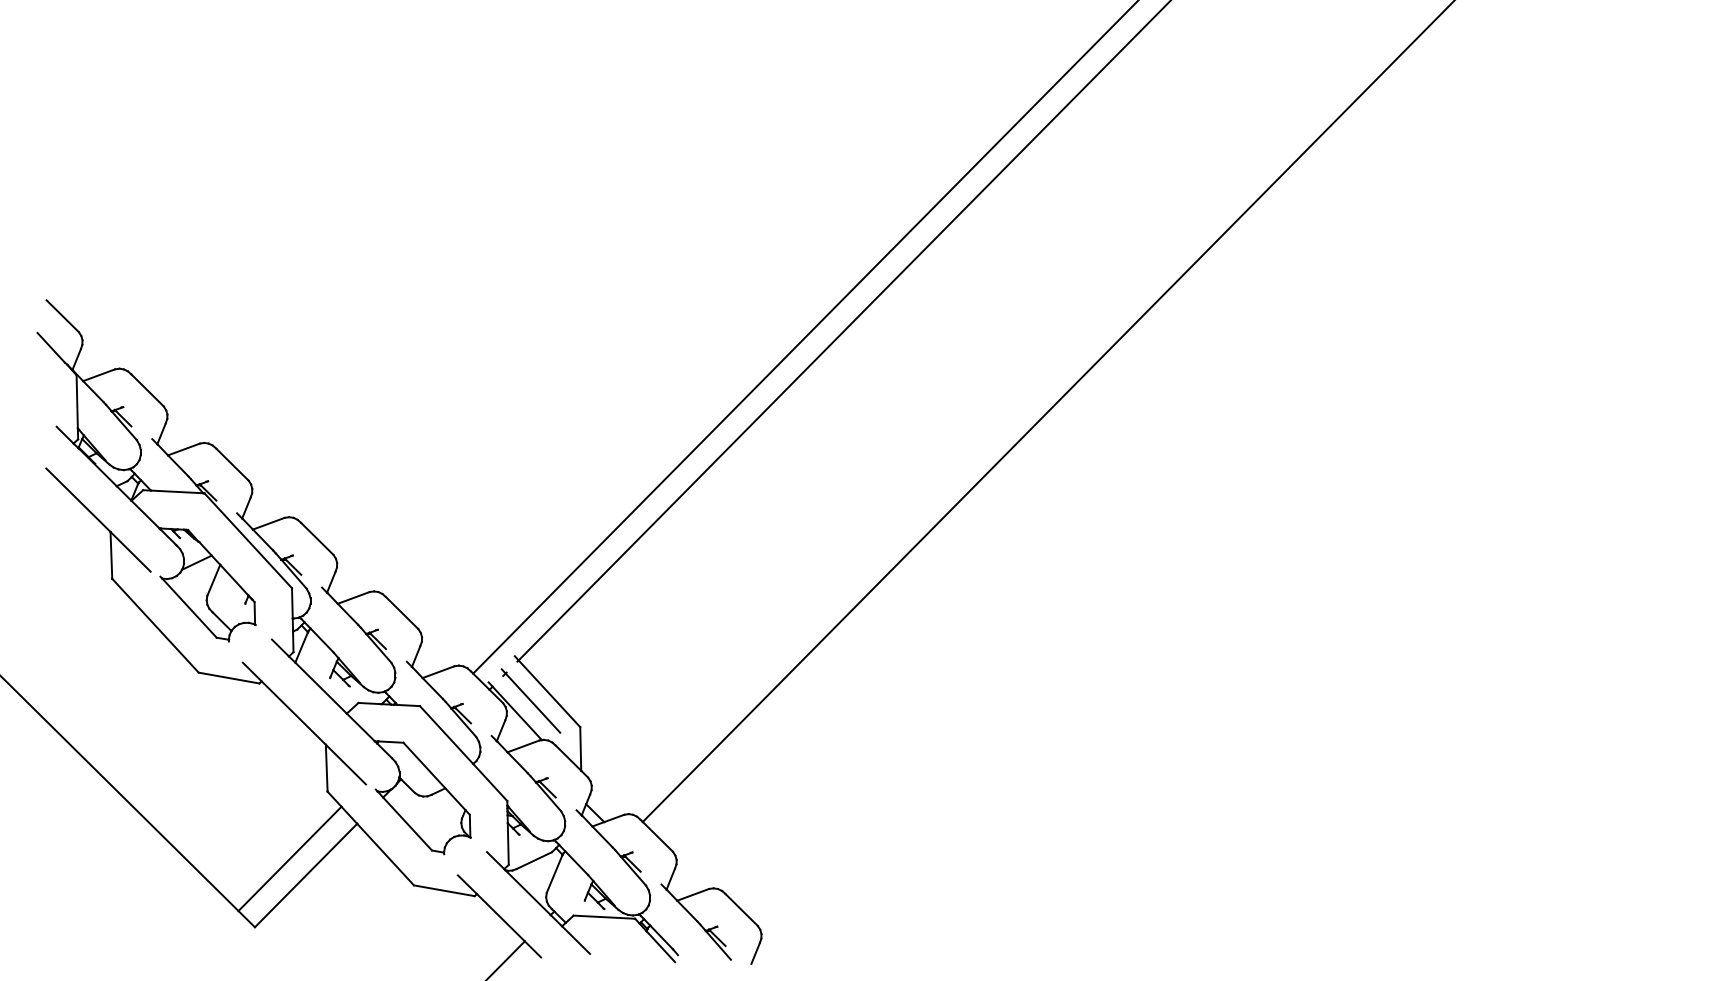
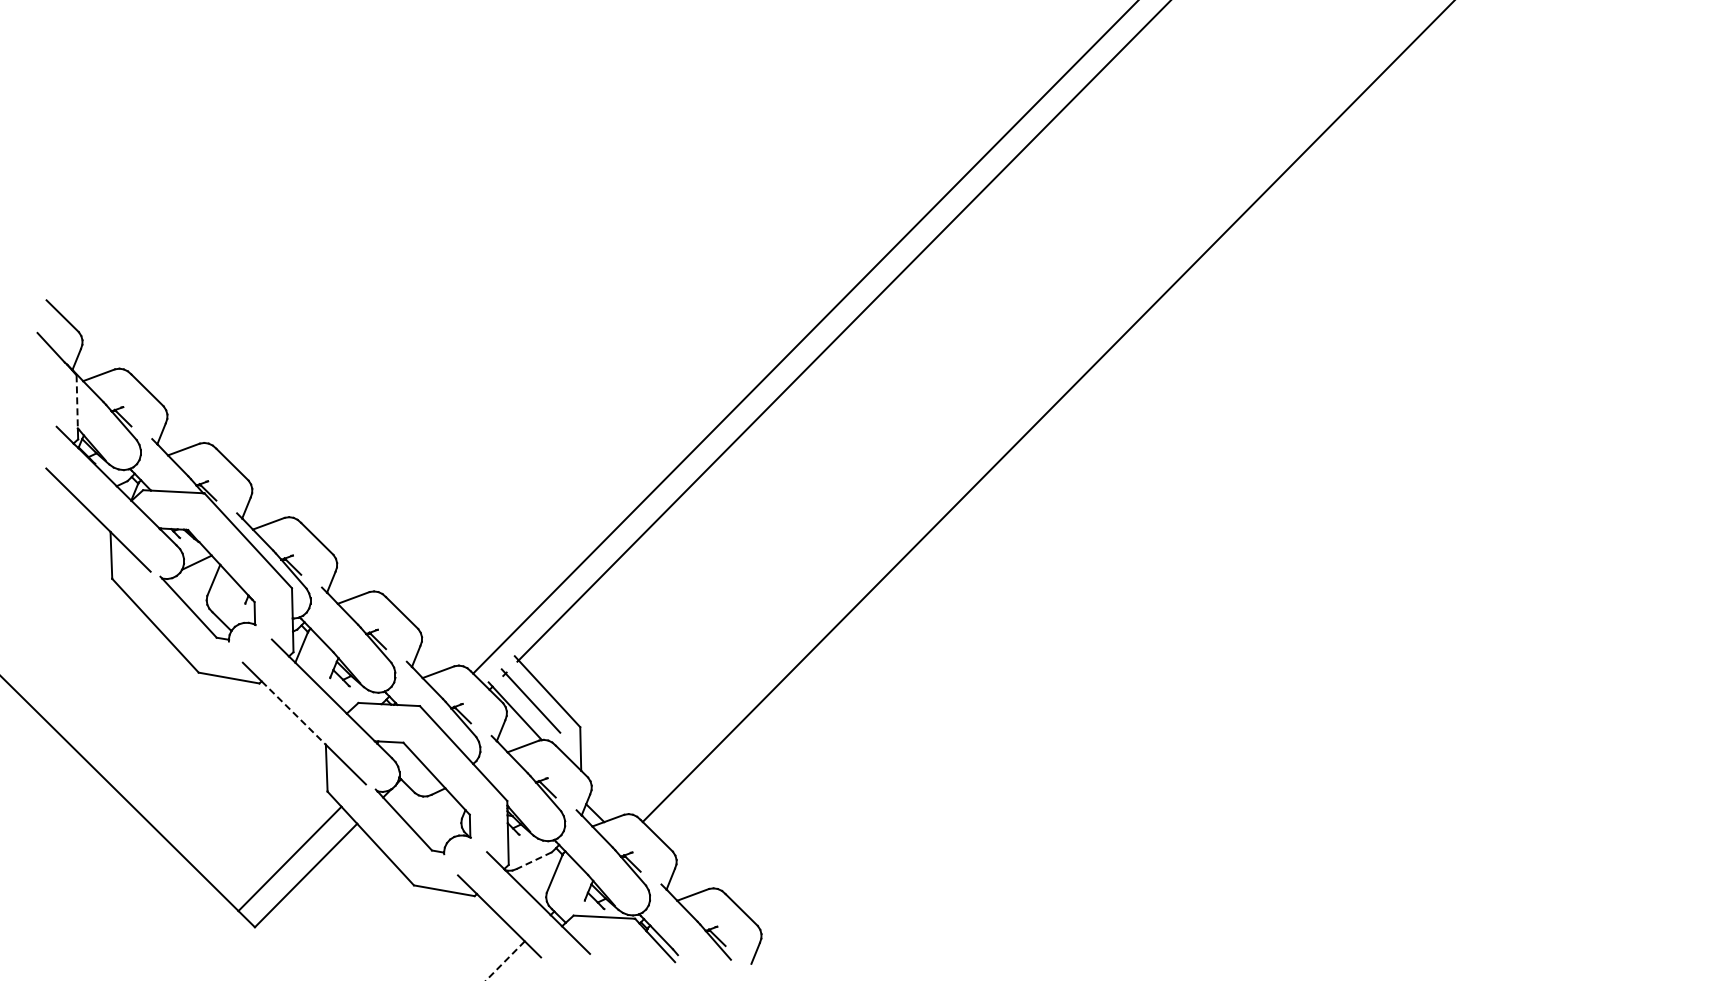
line at (77, 401): solid -> dashed
line at (294, 713): solid -> dashed
line at (533, 860): solid -> dashed
line at (505, 961): solid -> dashed
